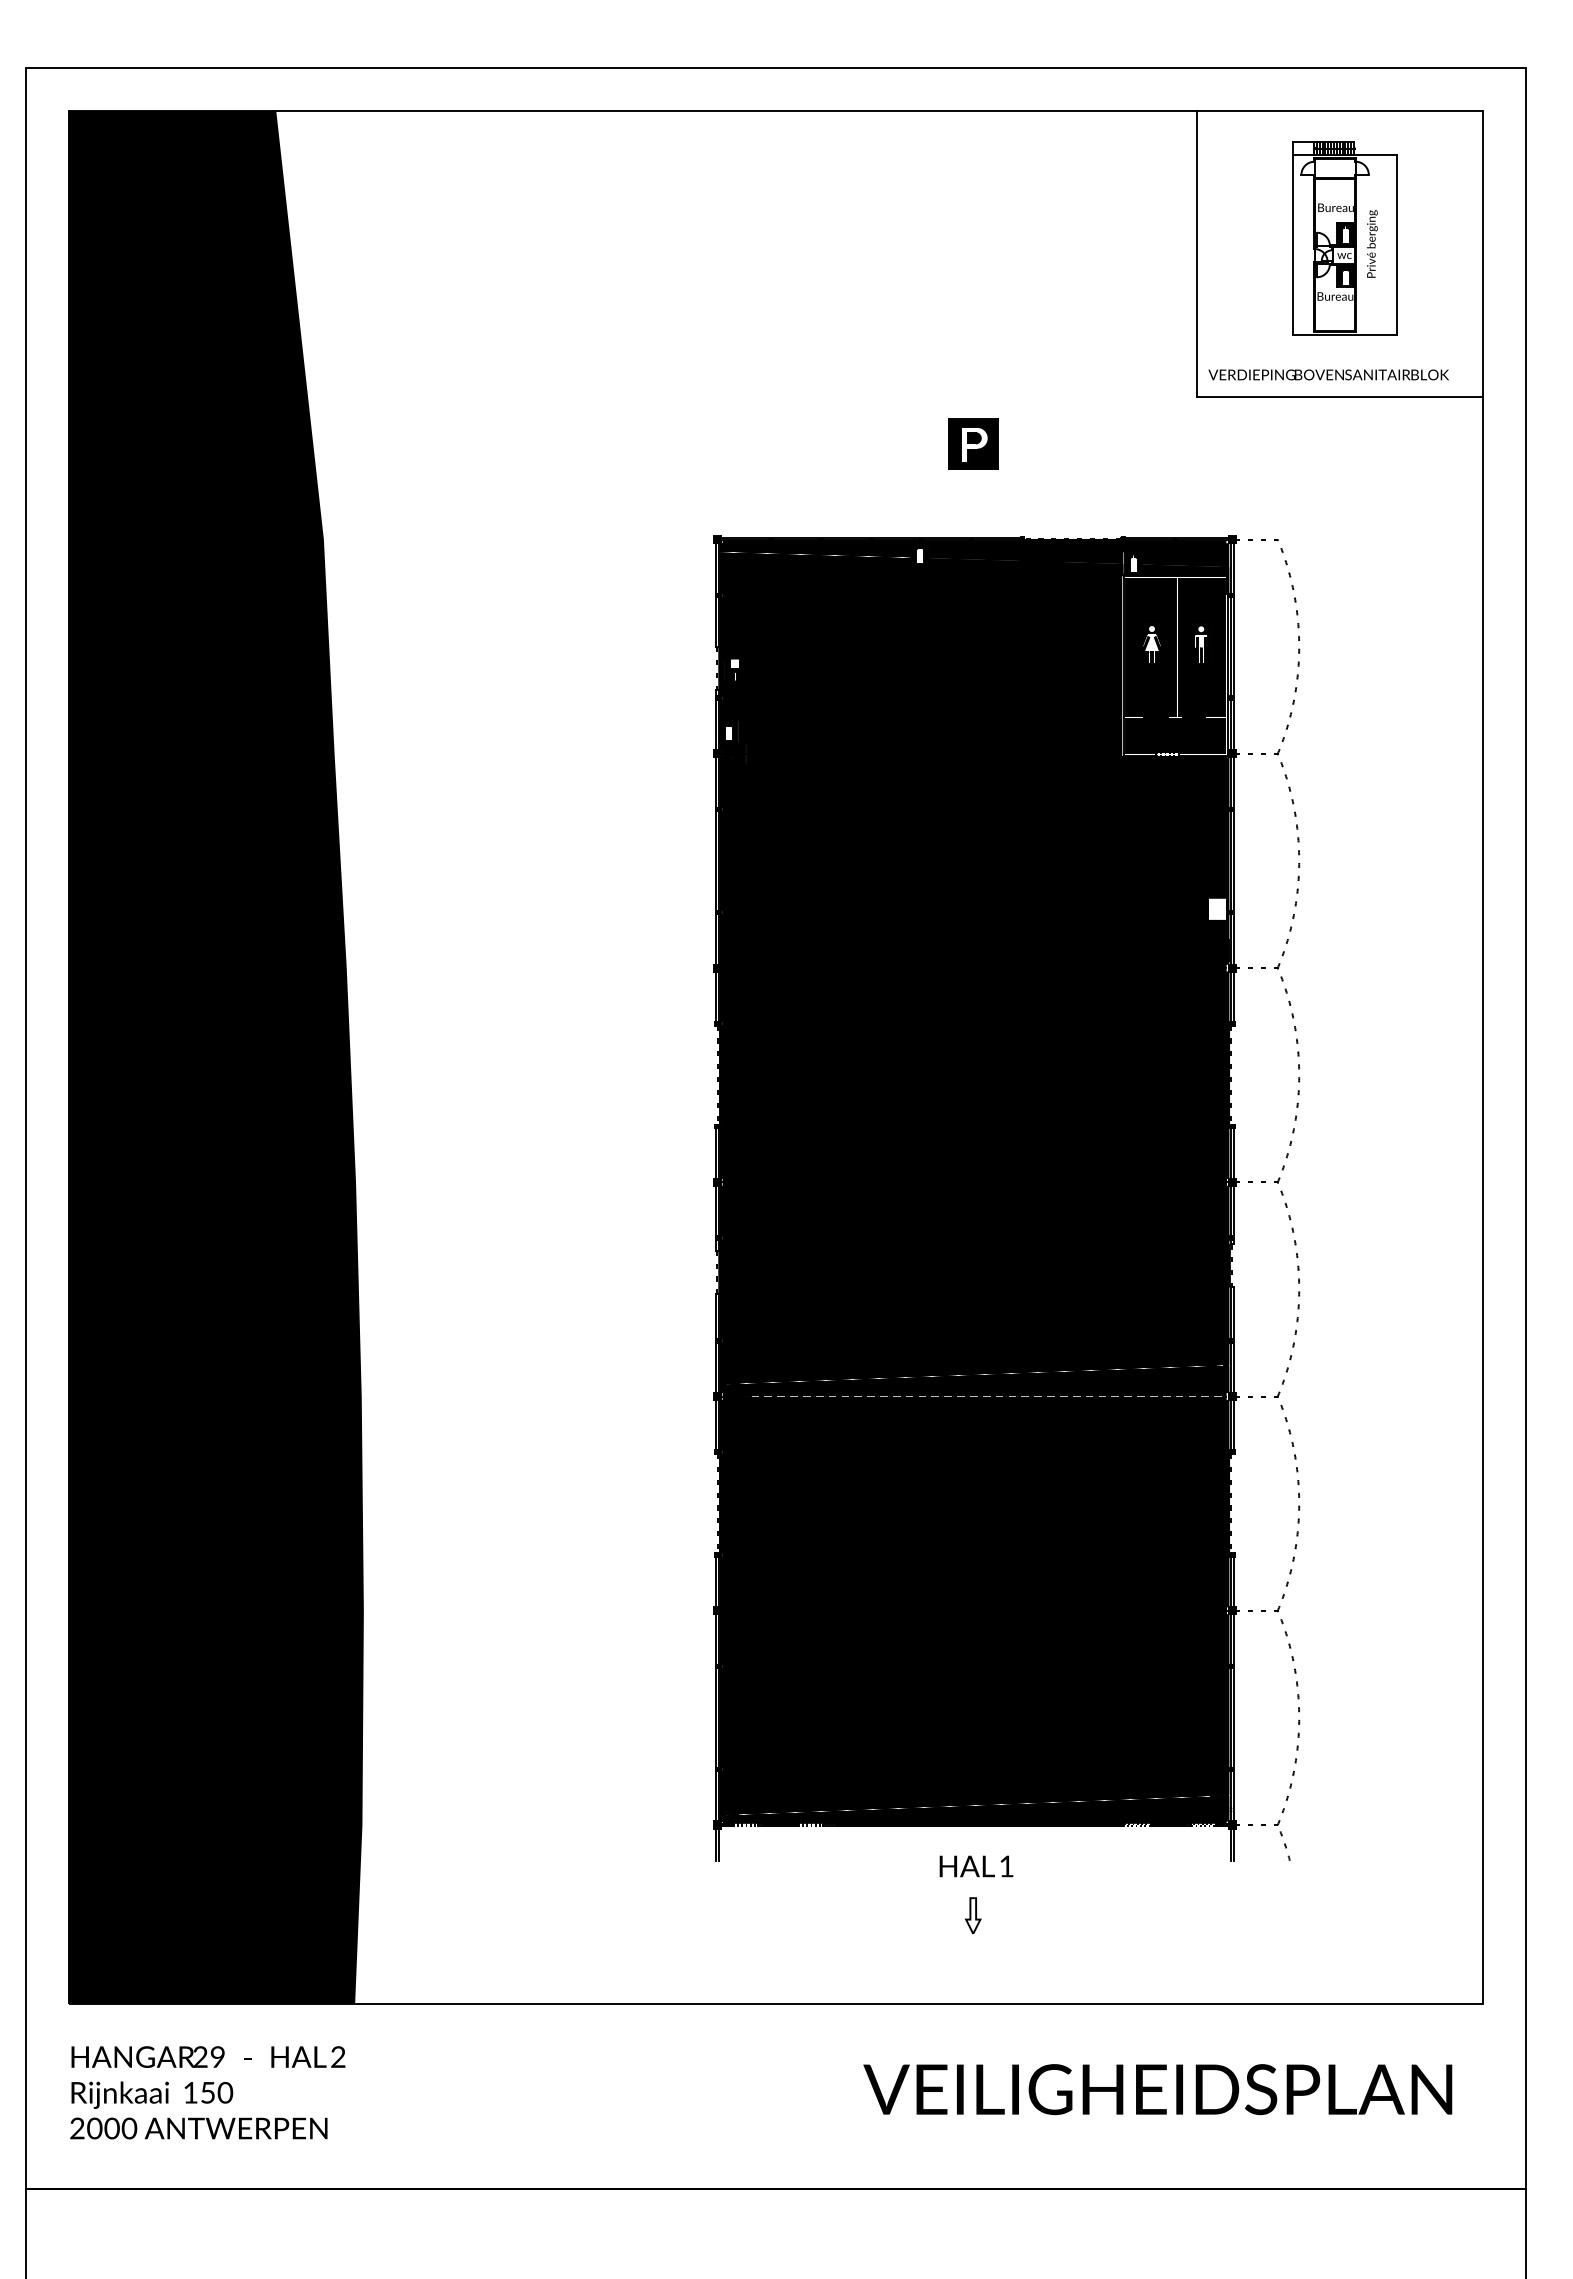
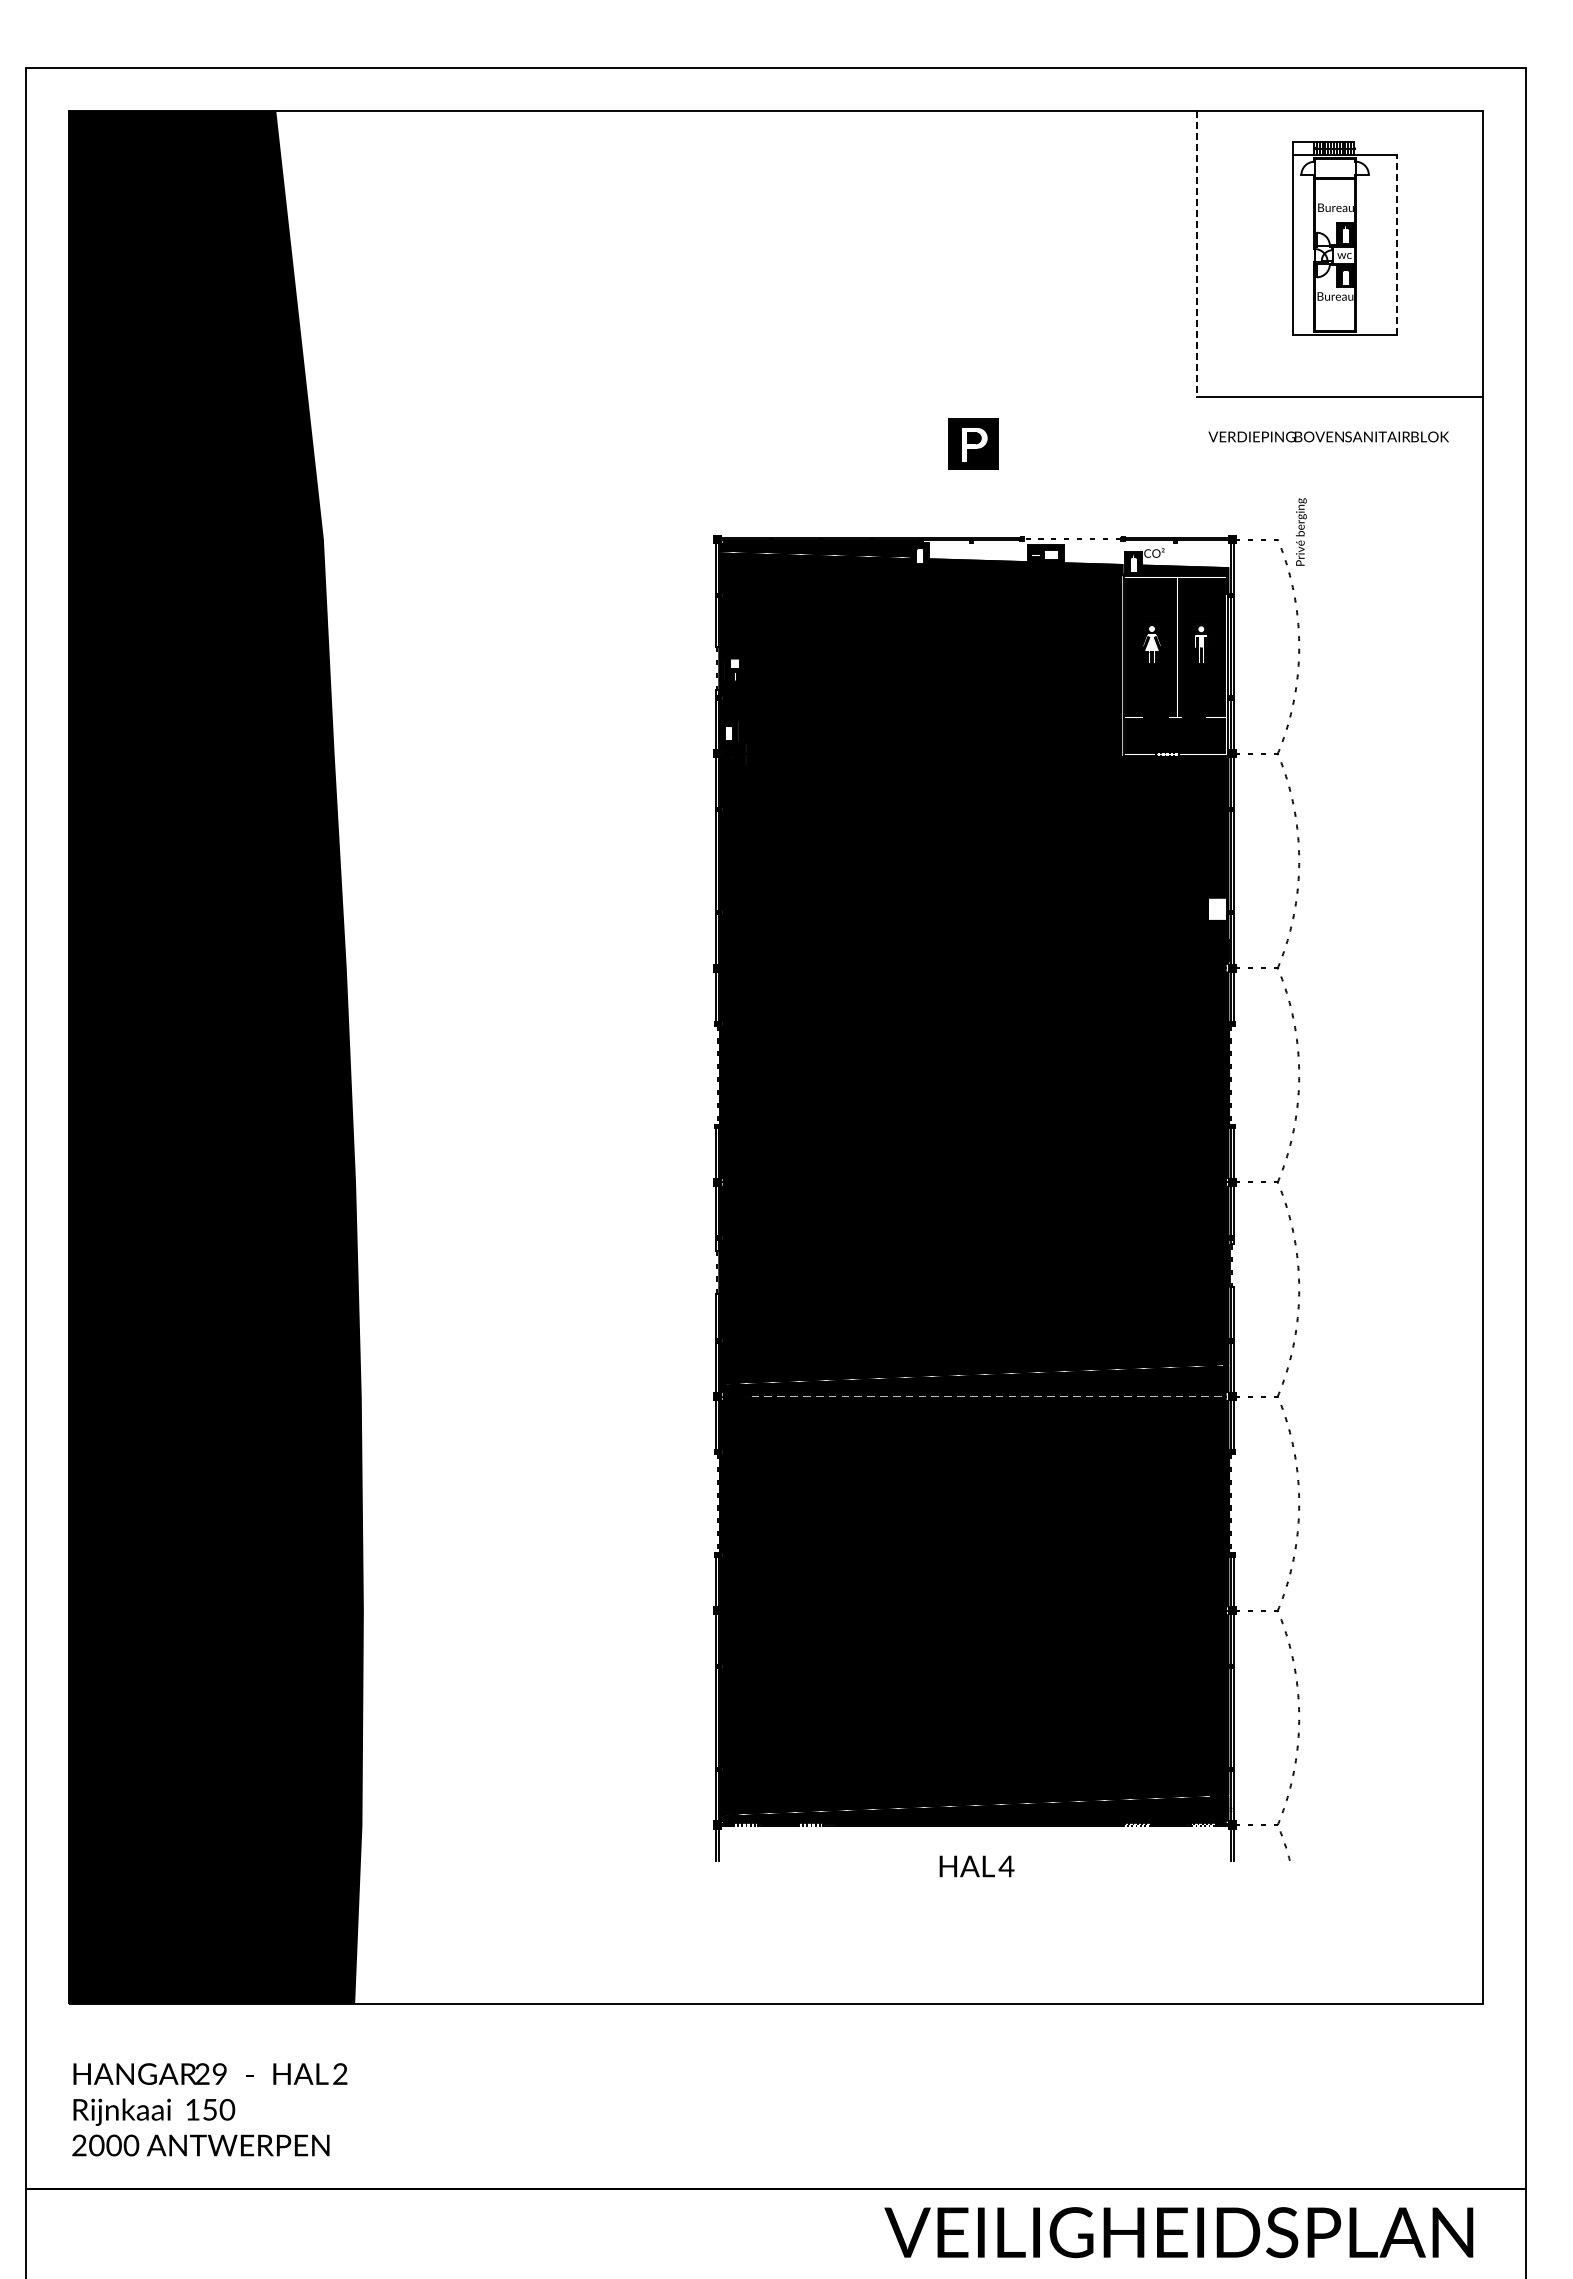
text at (1372, 243) position: (1372, 243) -> (1301, 531)
line at (1396, 244): solid -> dashed
line at (1197, 254): solid -> dashed
text at (1328, 374) position: (1328, 374) -> (1328, 436)
fill at (1075, 552): present -> none
text at (1006, 1866): 1 -> 4
part at (972, 1915): present -> none
text at (1157, 2089) position: (1157, 2089) -> (1178, 2232)
text at (207, 2092) position: (207, 2092) -> (209, 2109)
